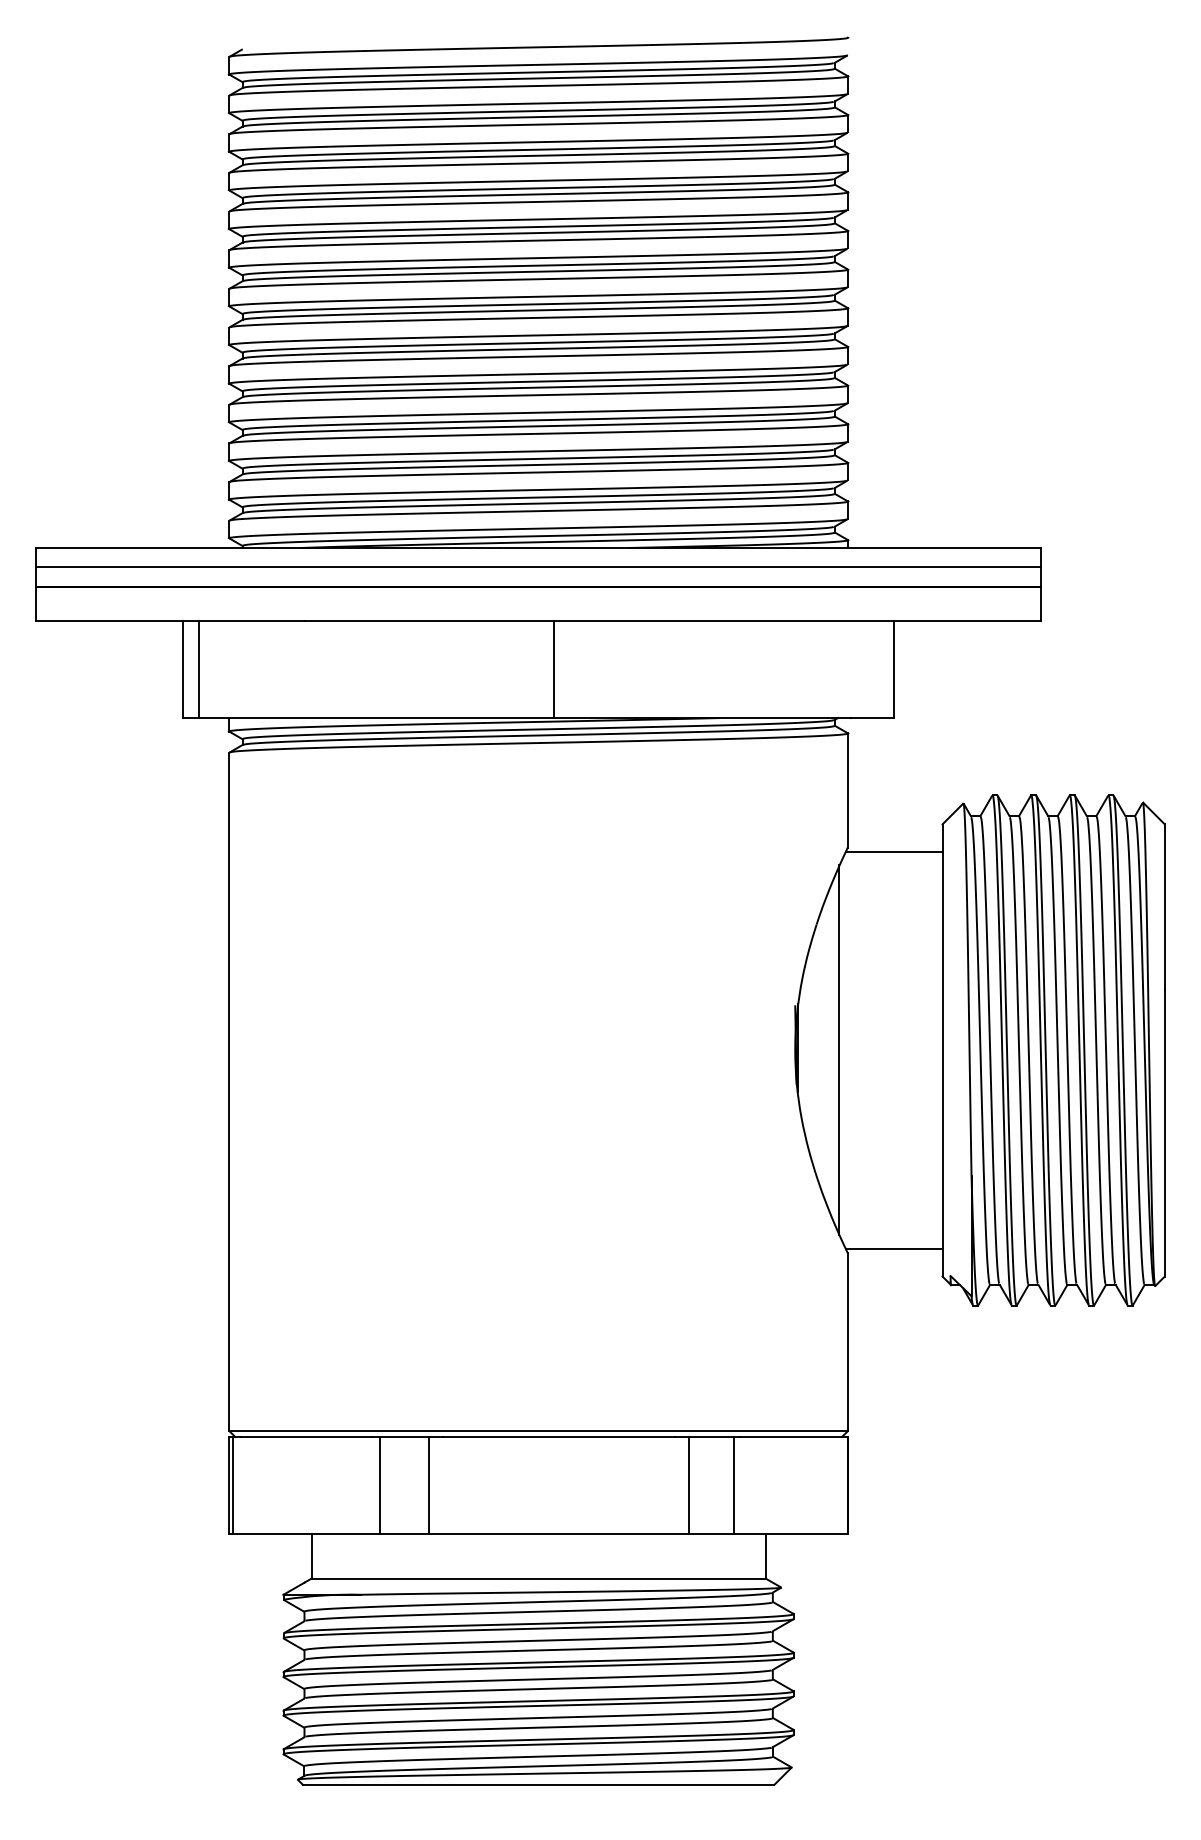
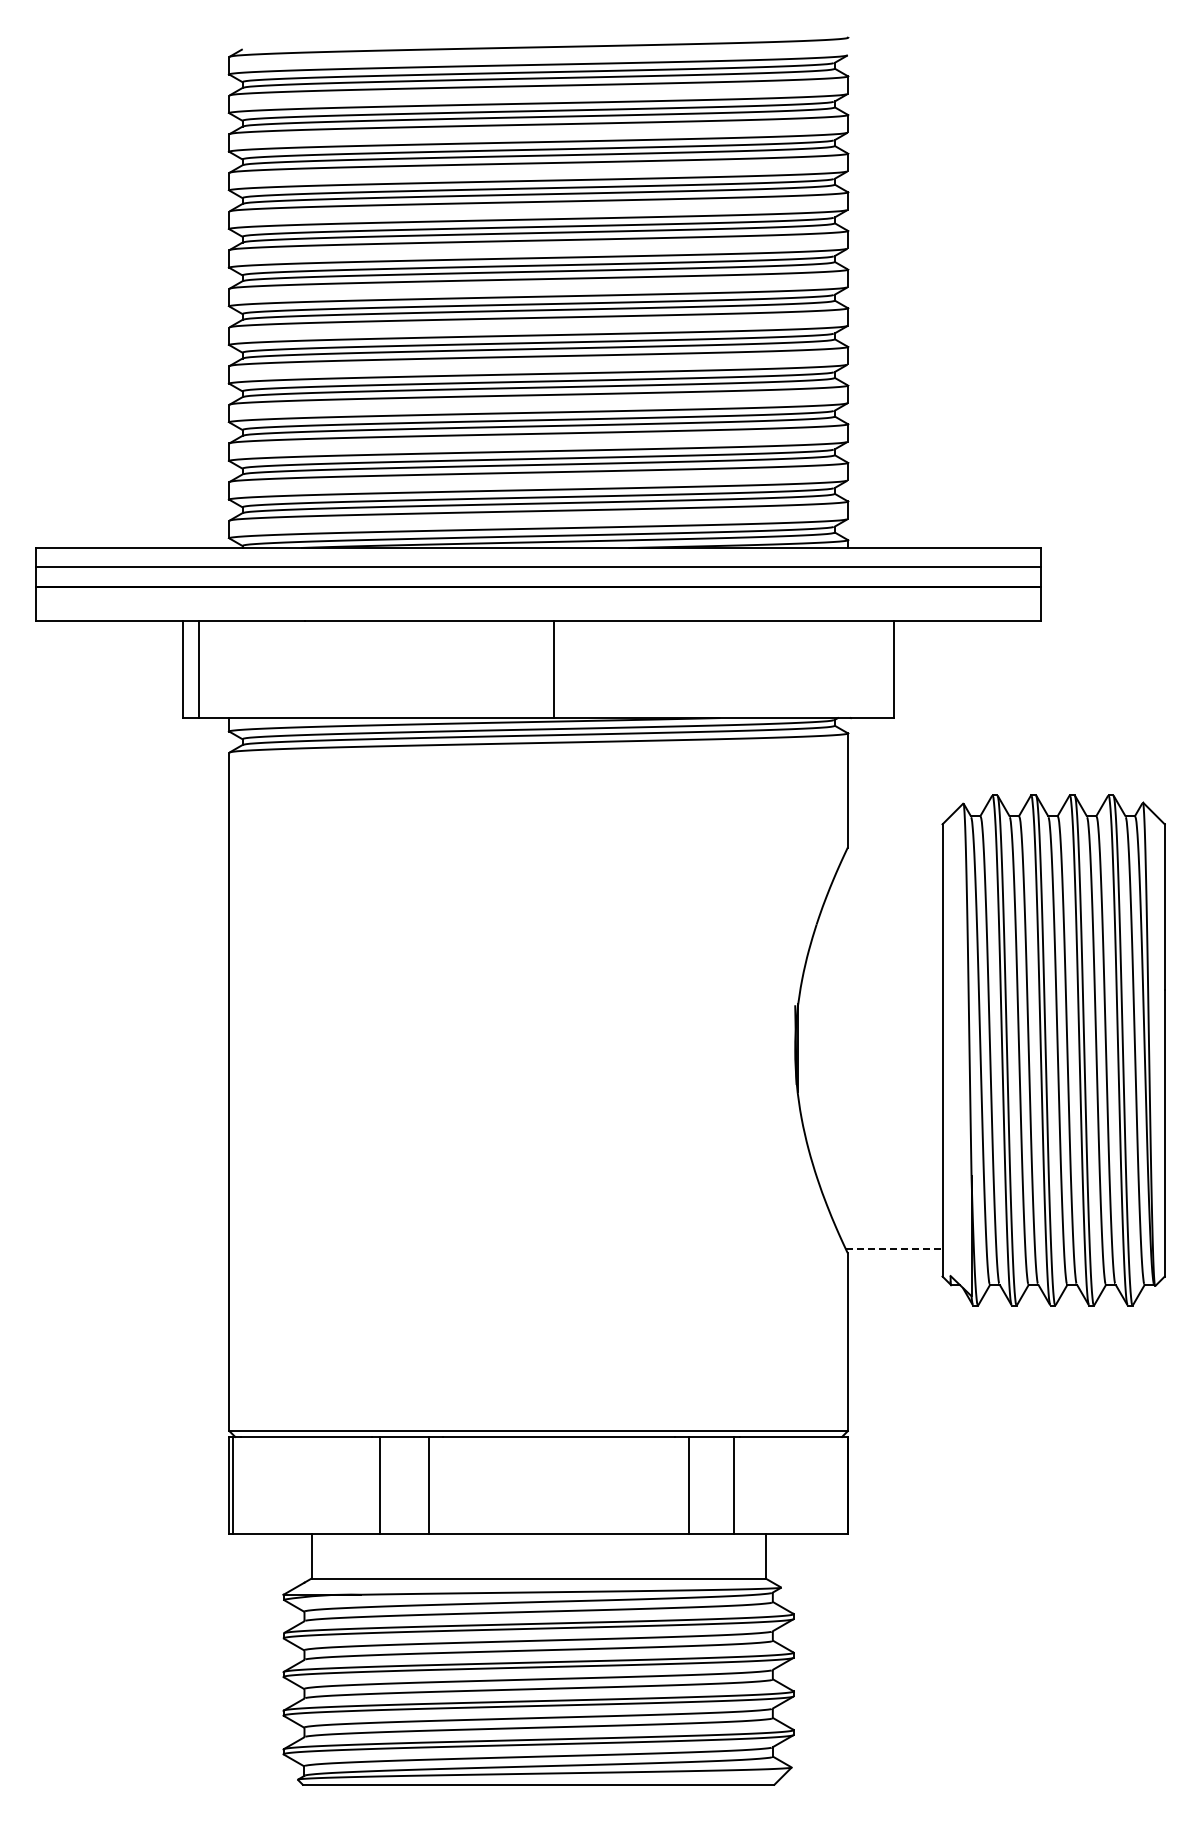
line at (893, 852): present -> none
line at (839, 1050): present -> none
line at (894, 1248): solid -> dashed
